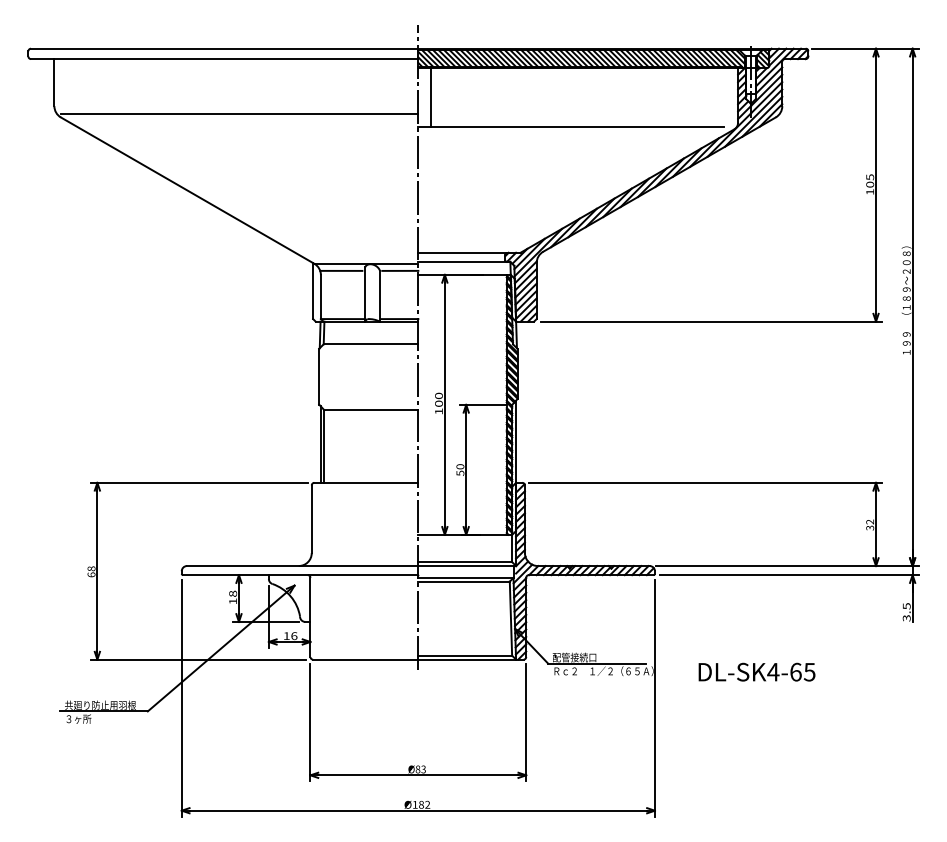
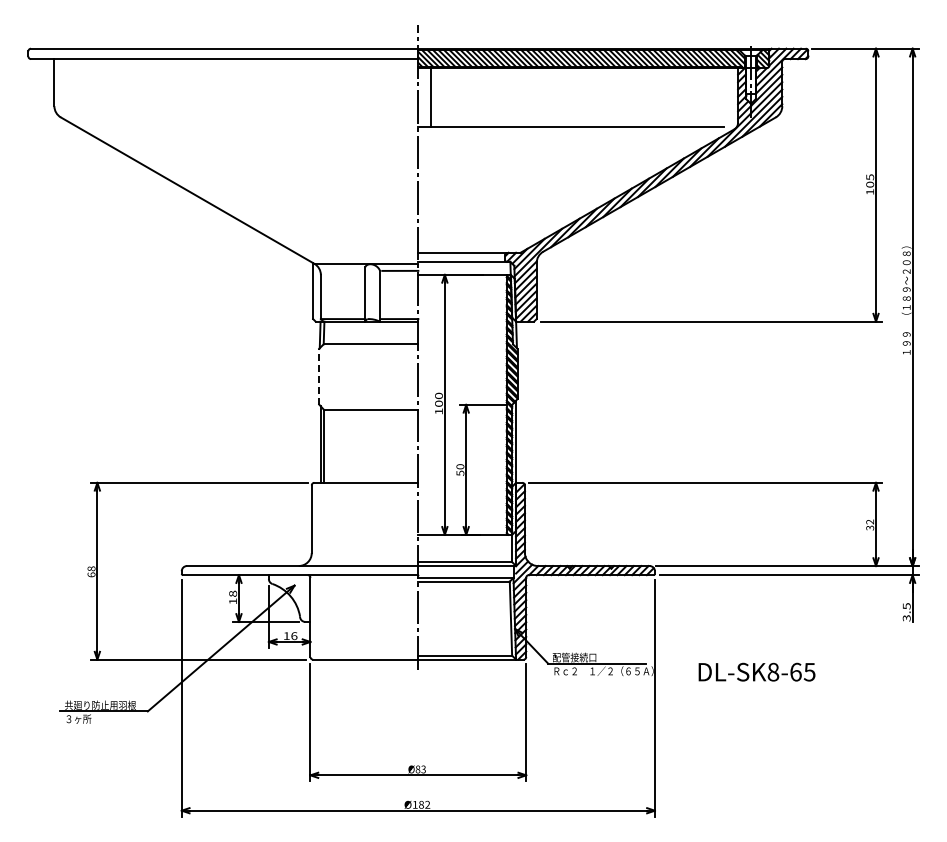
line at (239, 113): present -> none
line at (341, 270): present -> none
line at (319, 376): solid -> dashed
text at (773, 671): DL-SK4-65 -> DL-SK8-65
